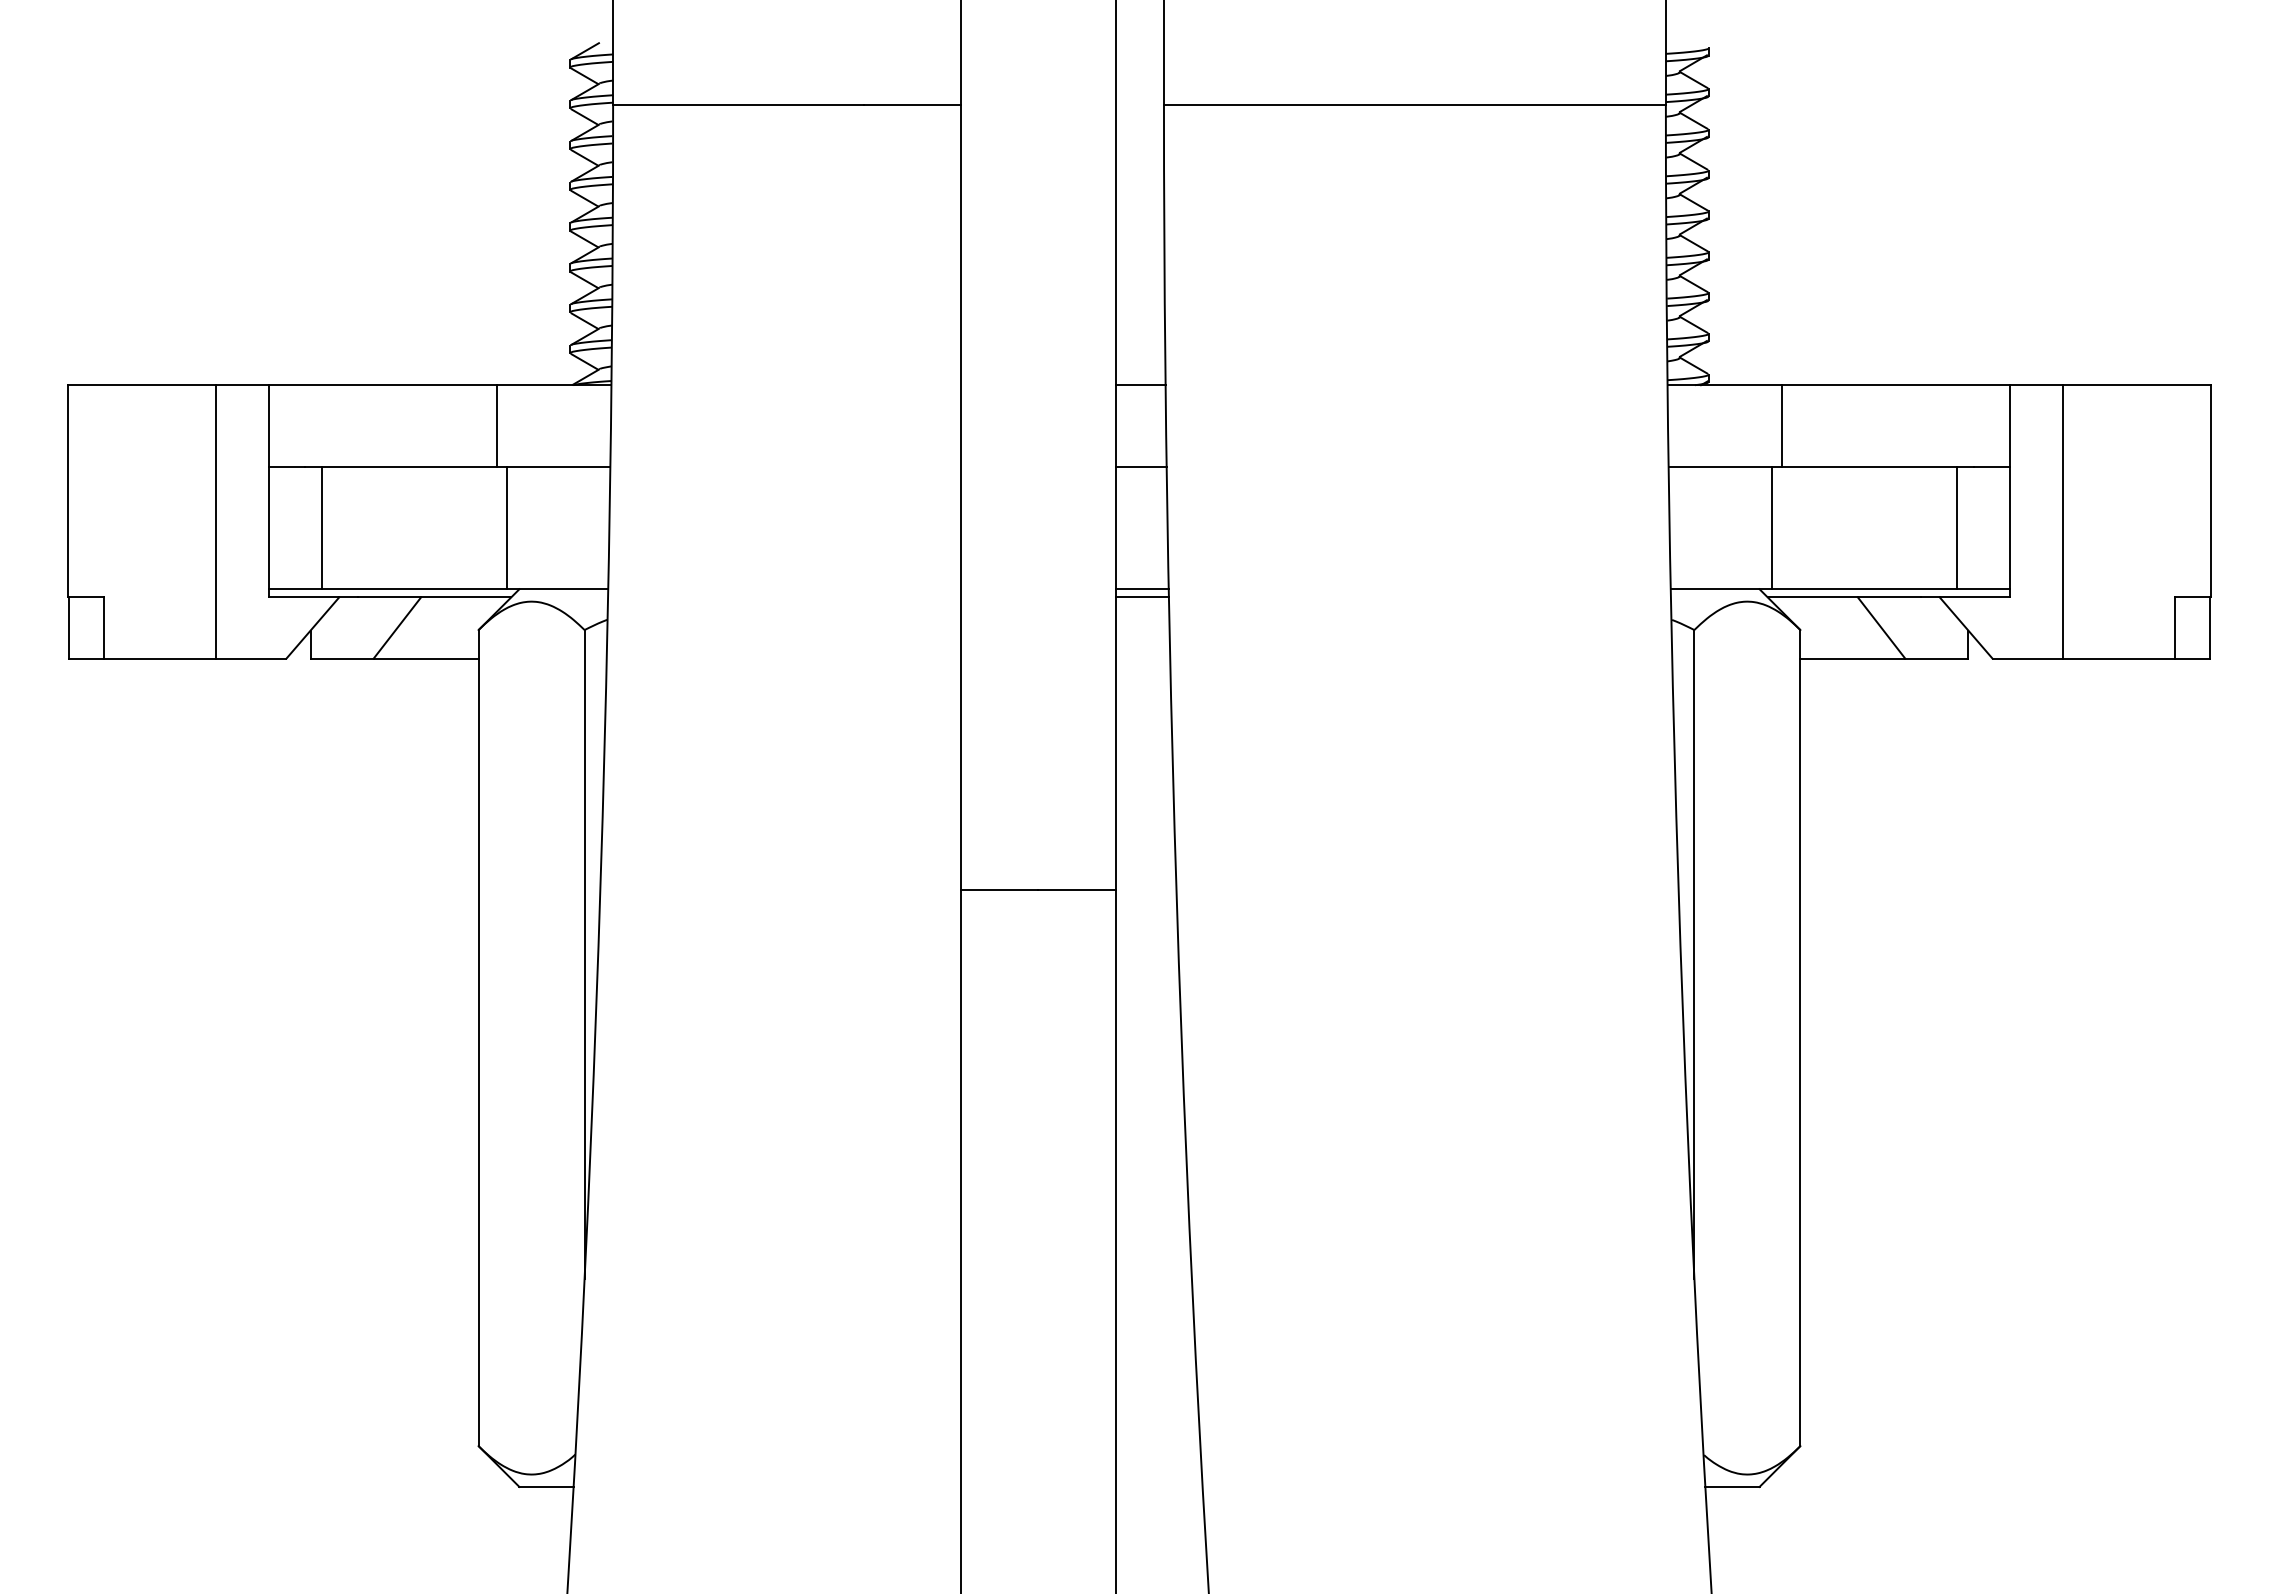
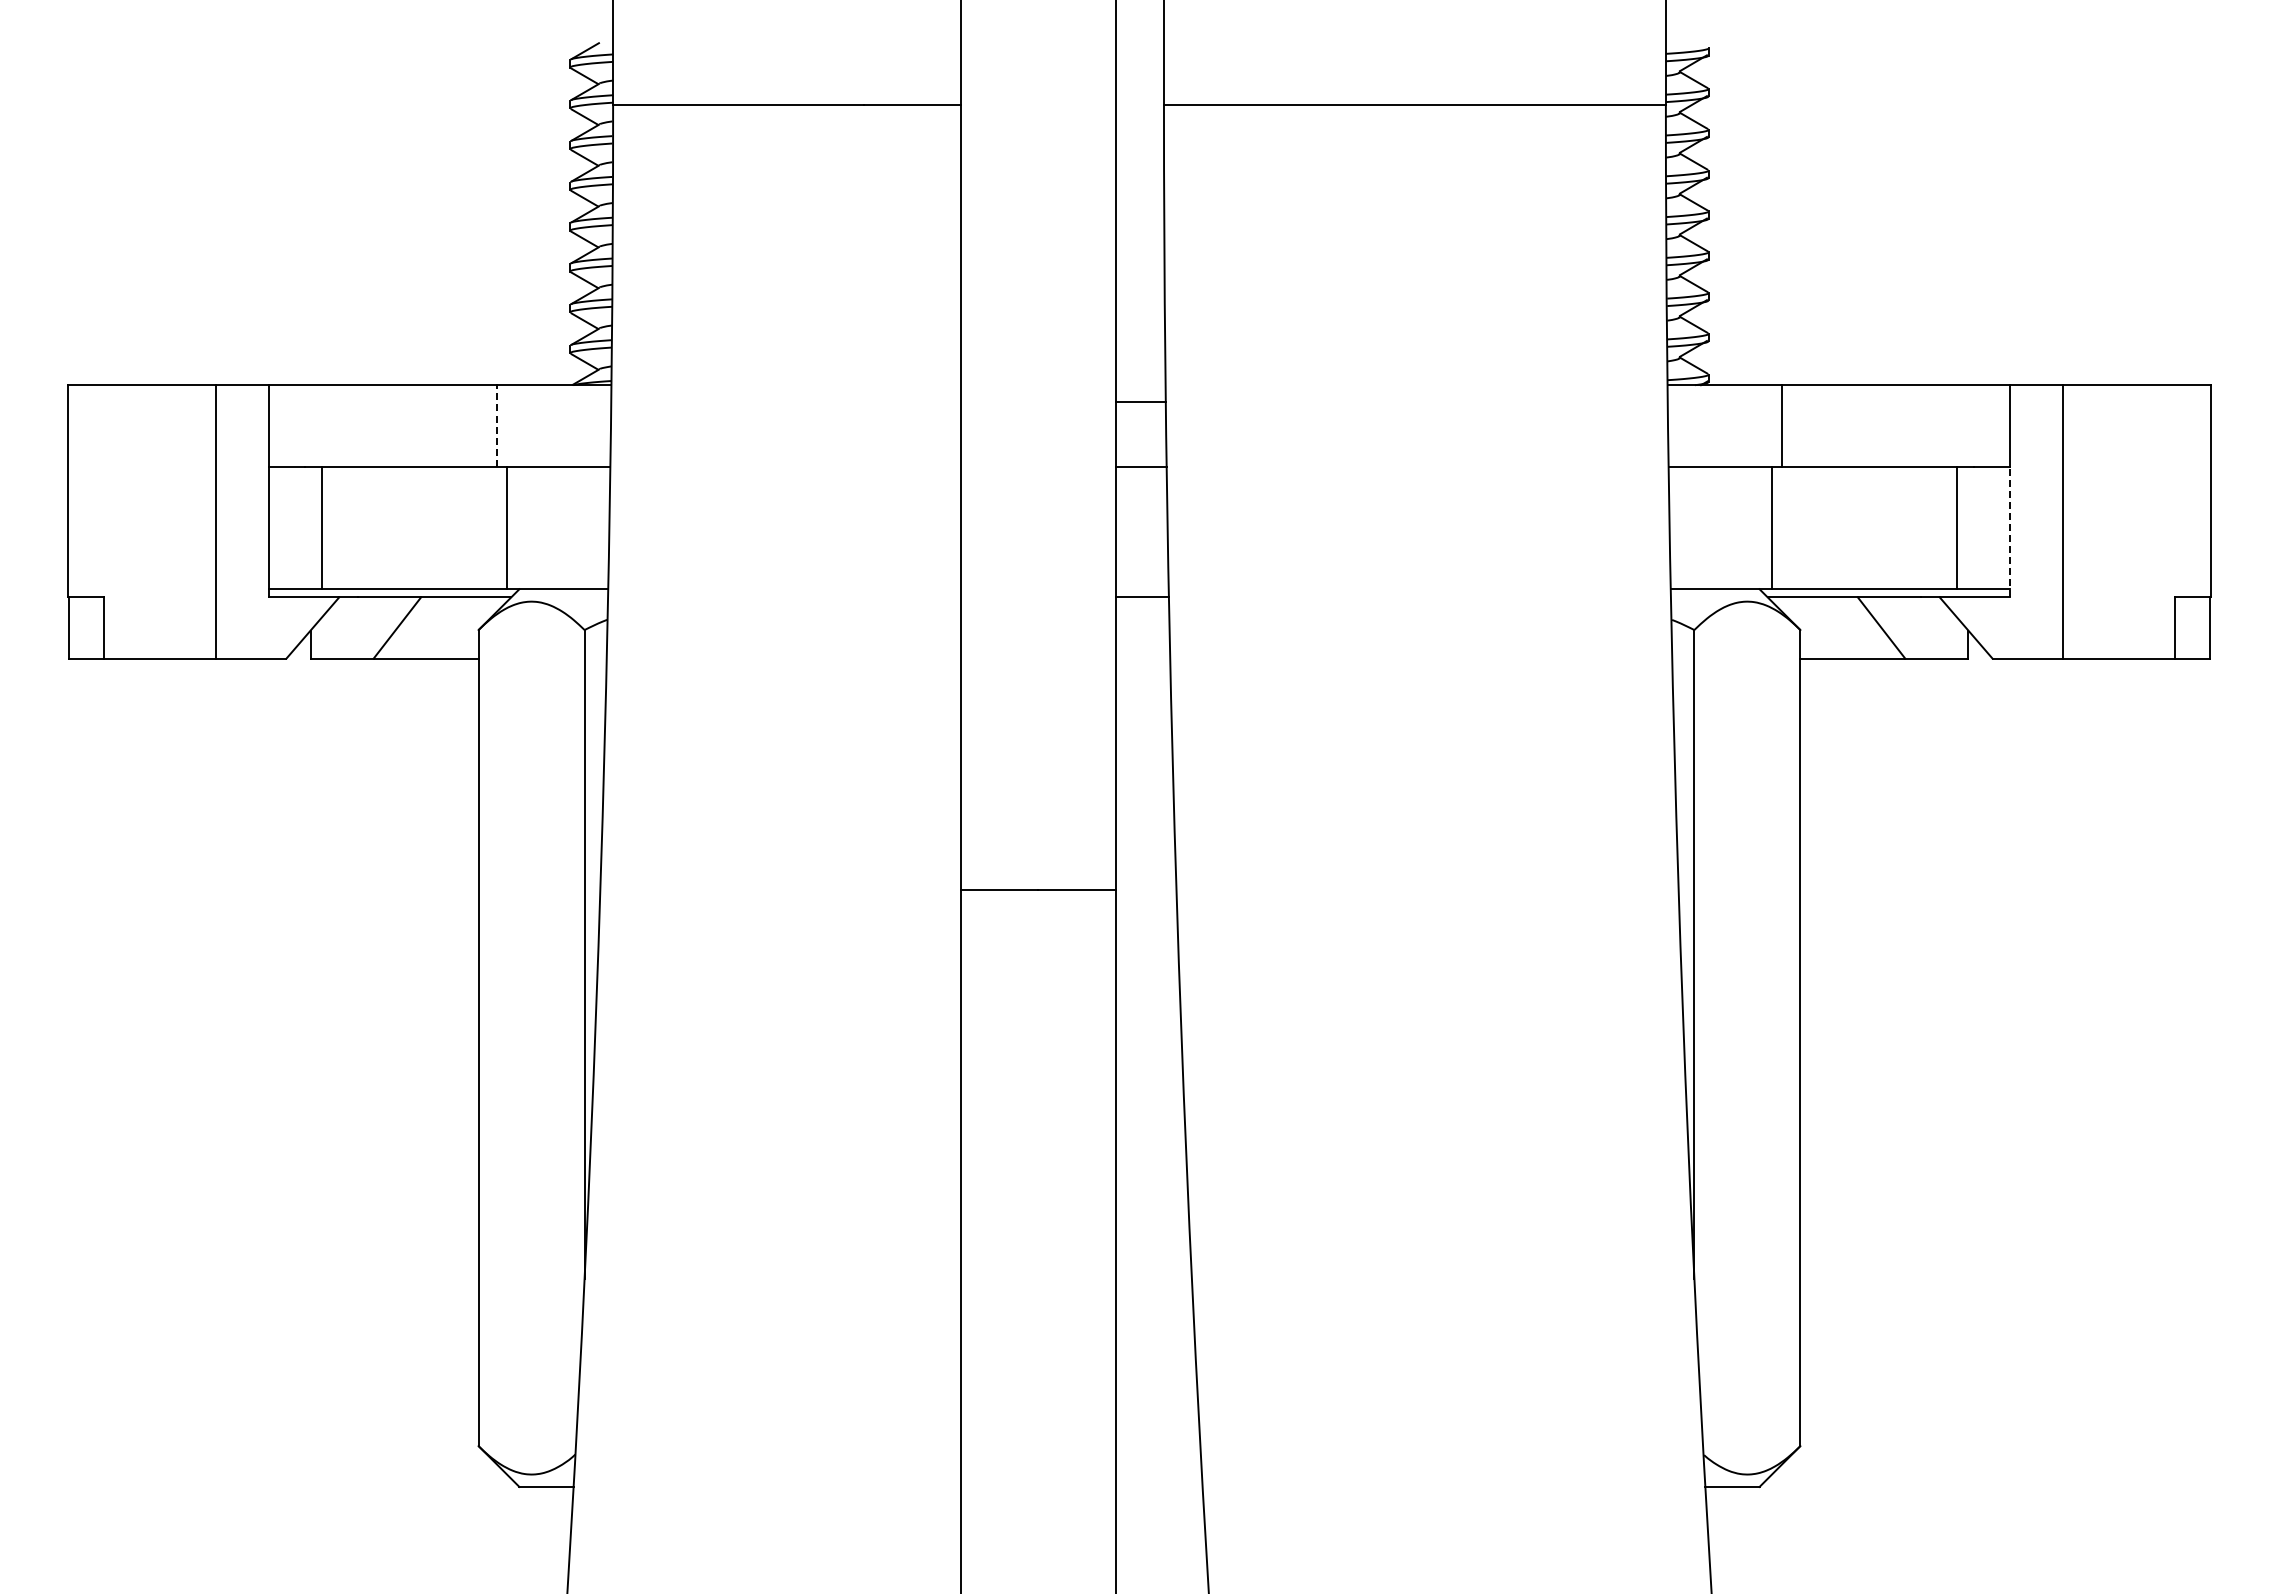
line at (1140, 385) position: (1140, 385) -> (1140, 402)
line at (496, 426): solid -> dashed
line at (2010, 531): solid -> dashed
line at (1141, 589): present -> none
